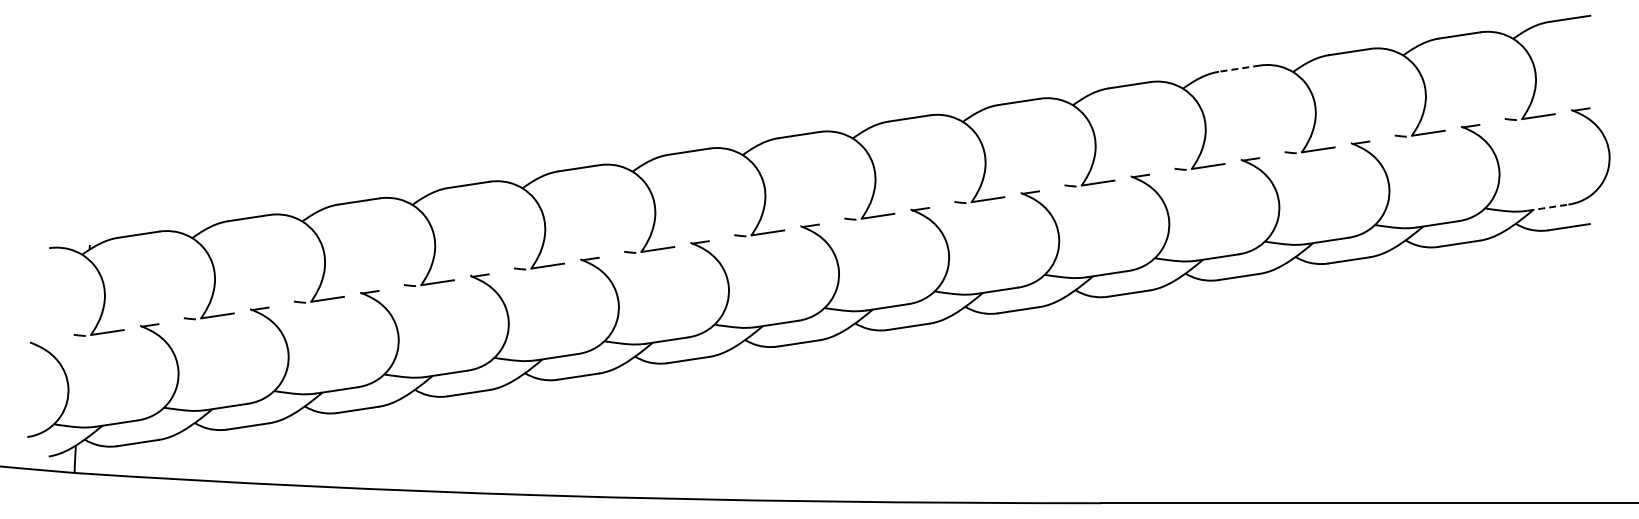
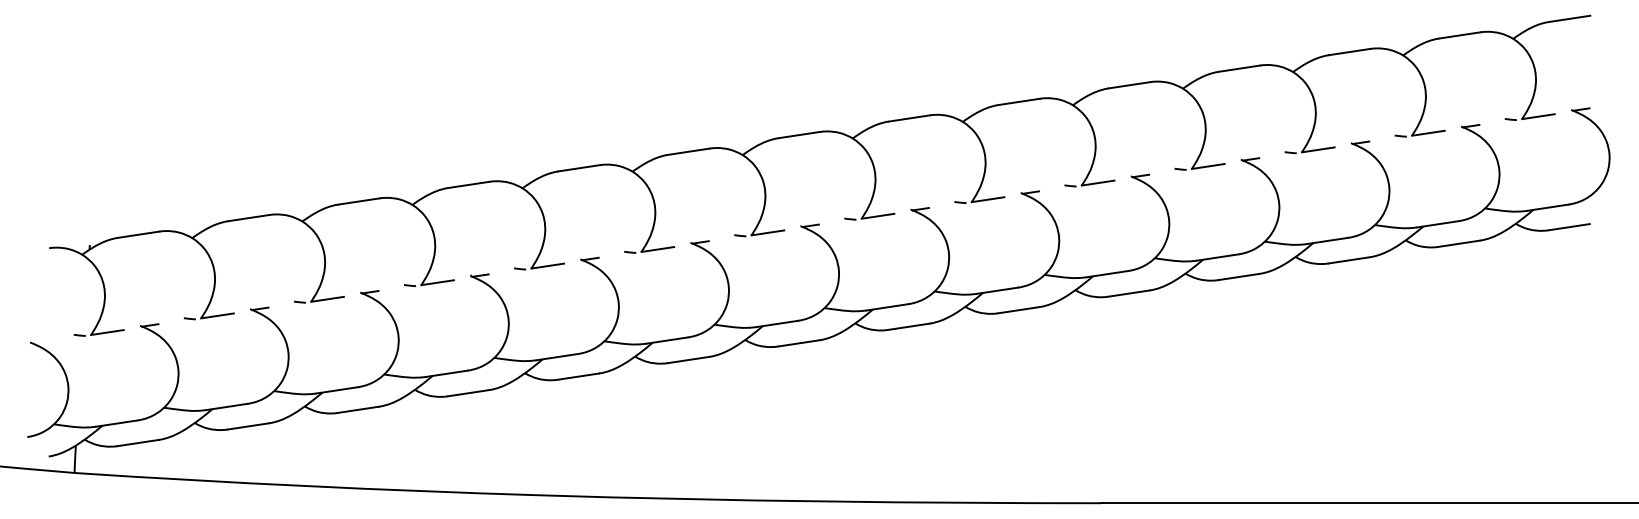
line at (1239, 68): dashed -> solid
line at (1547, 207): dashed -> solid
